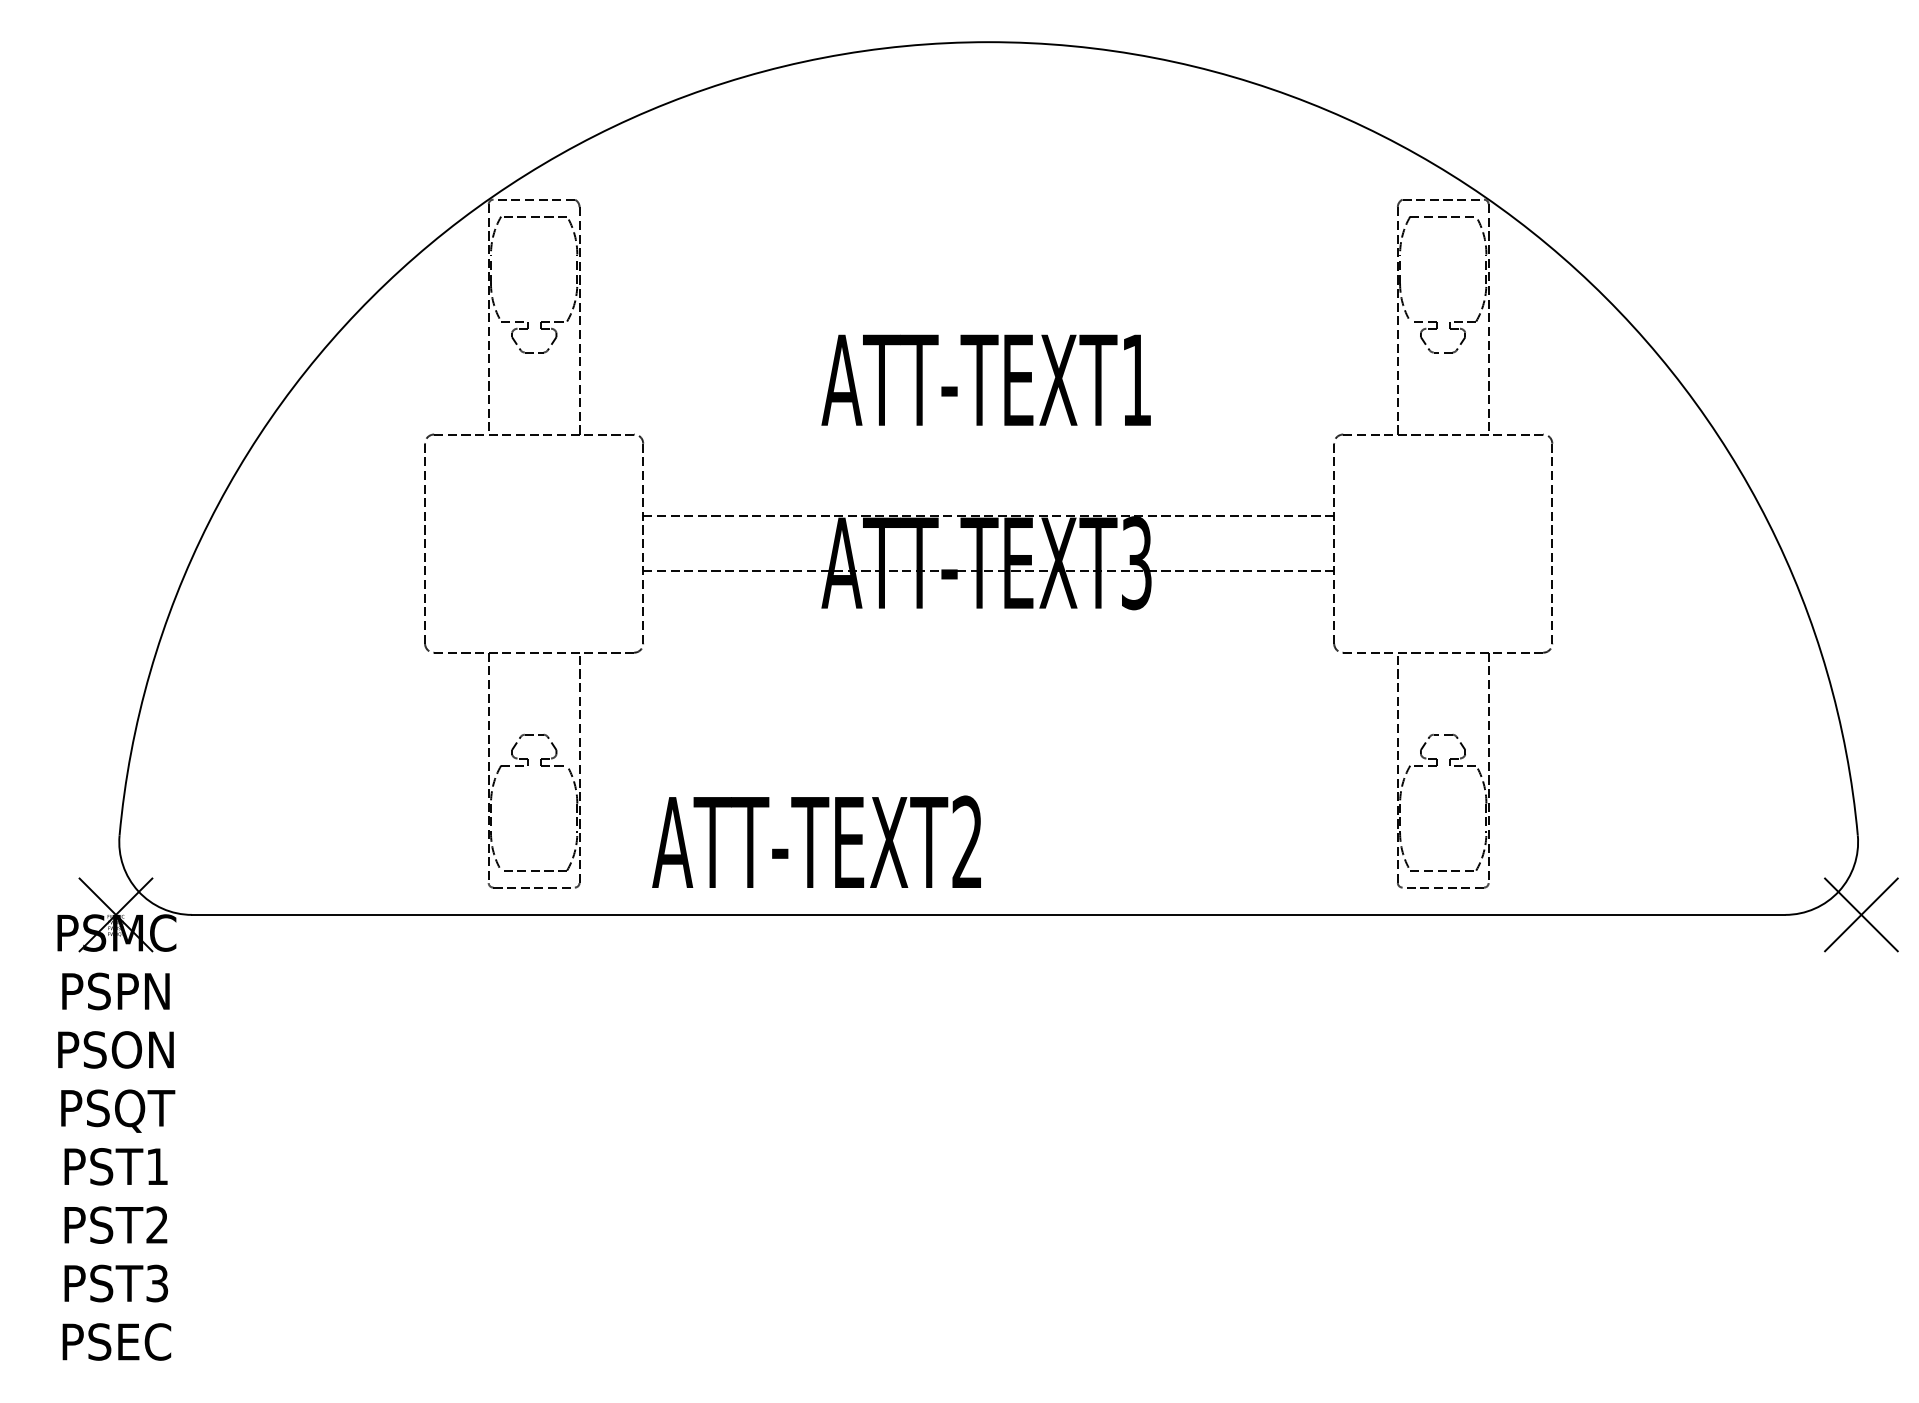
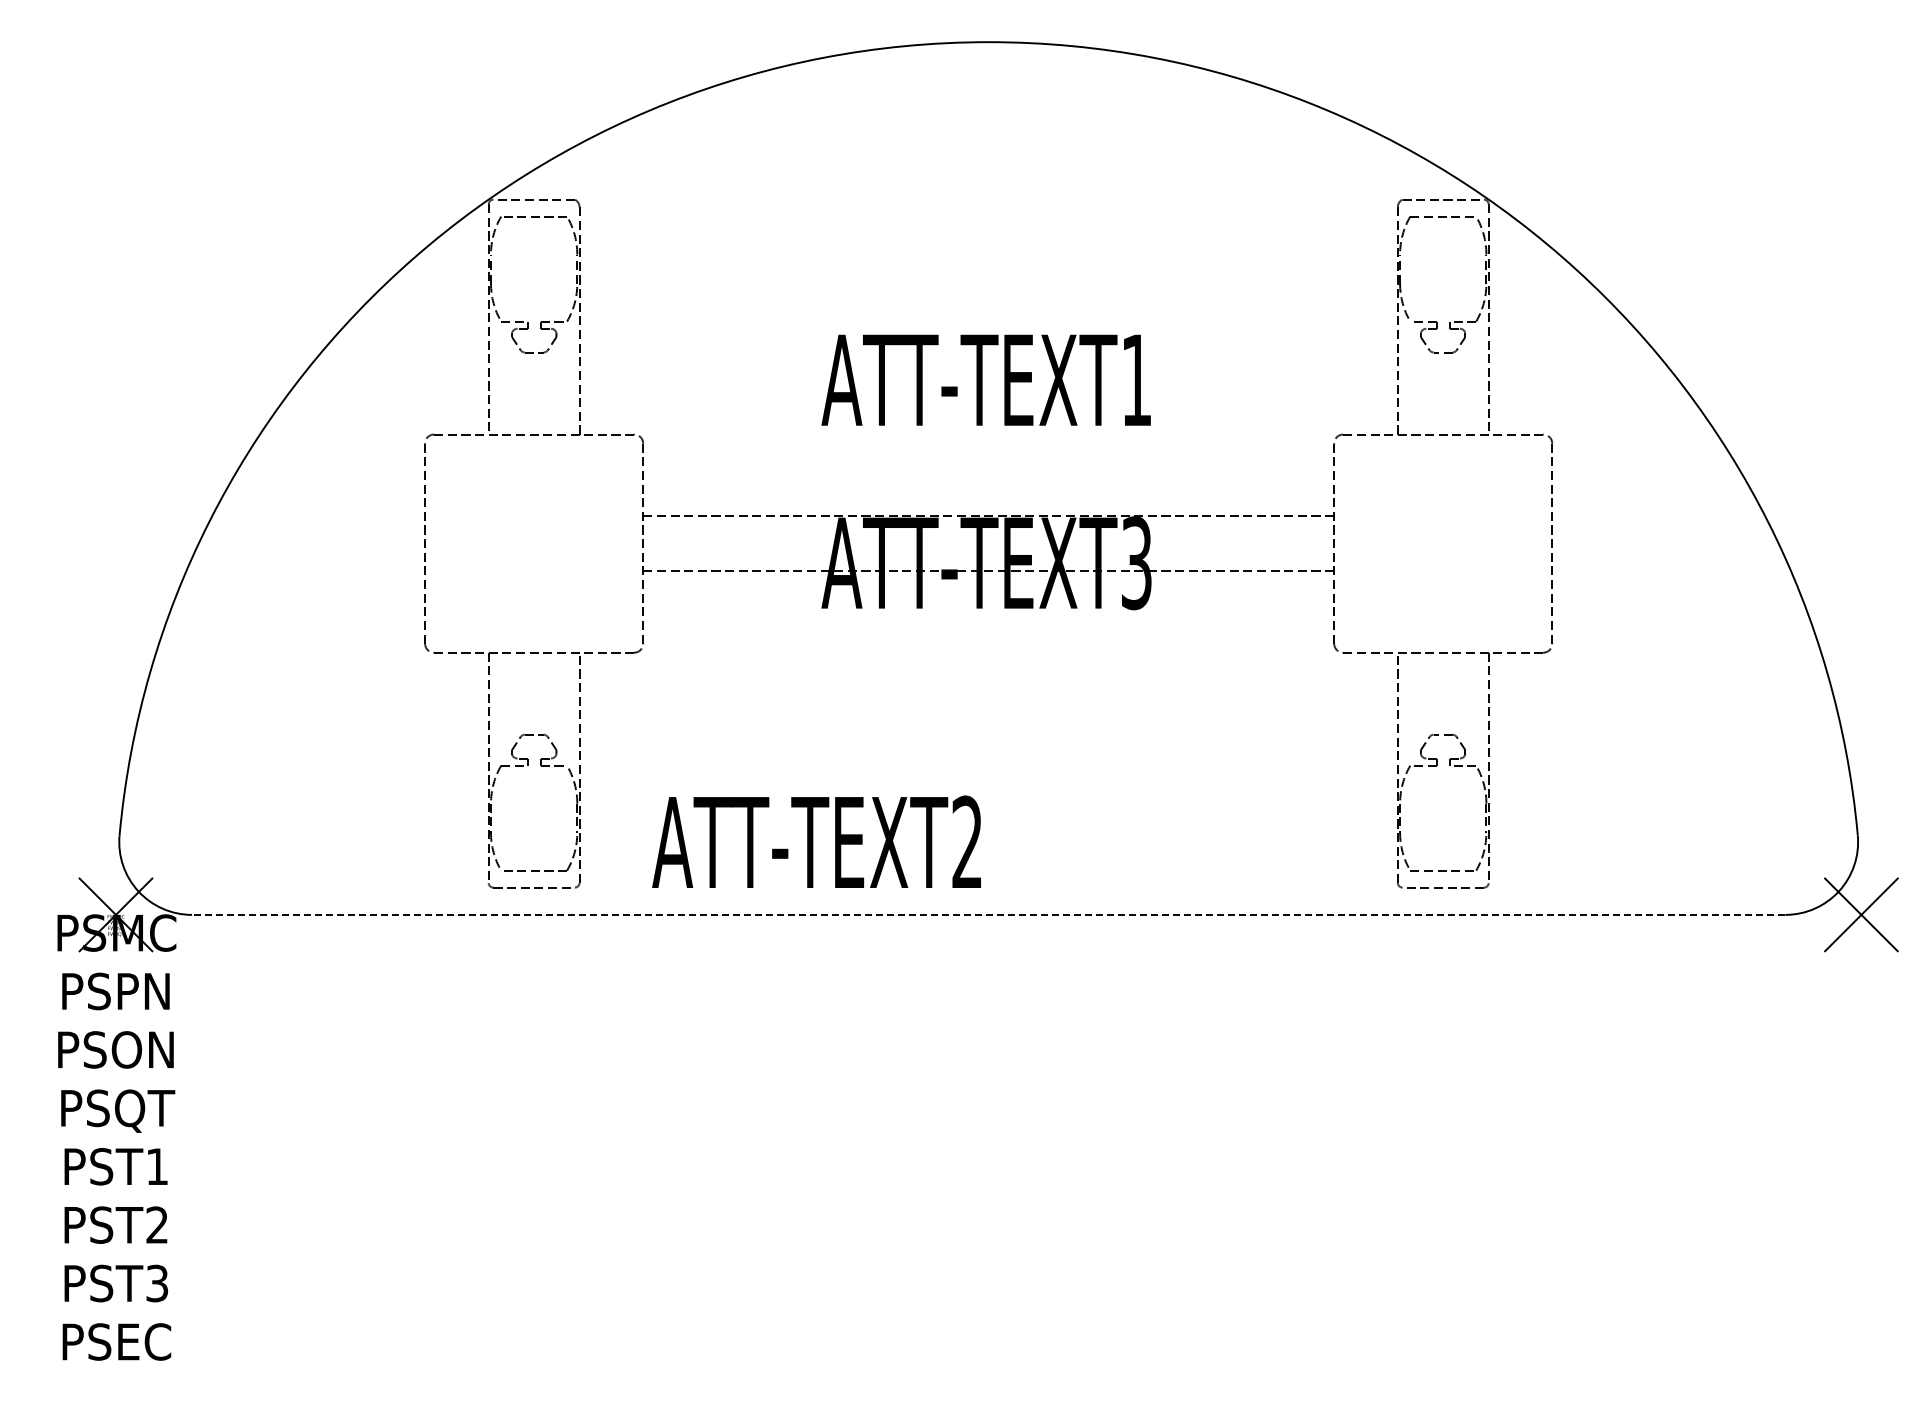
line at (988, 914): solid -> dashed
